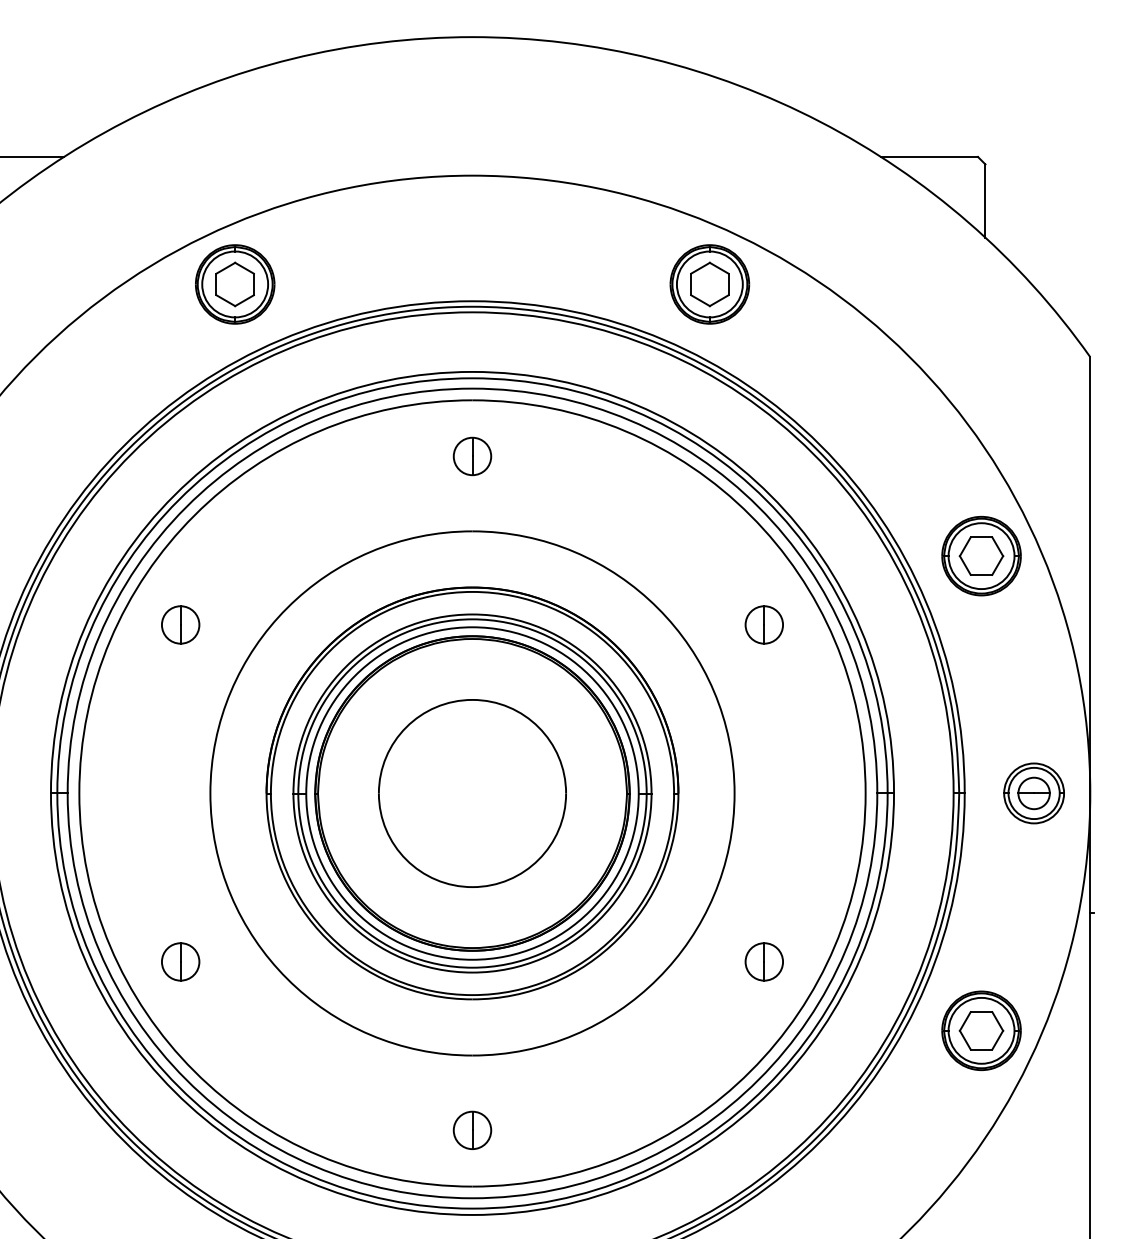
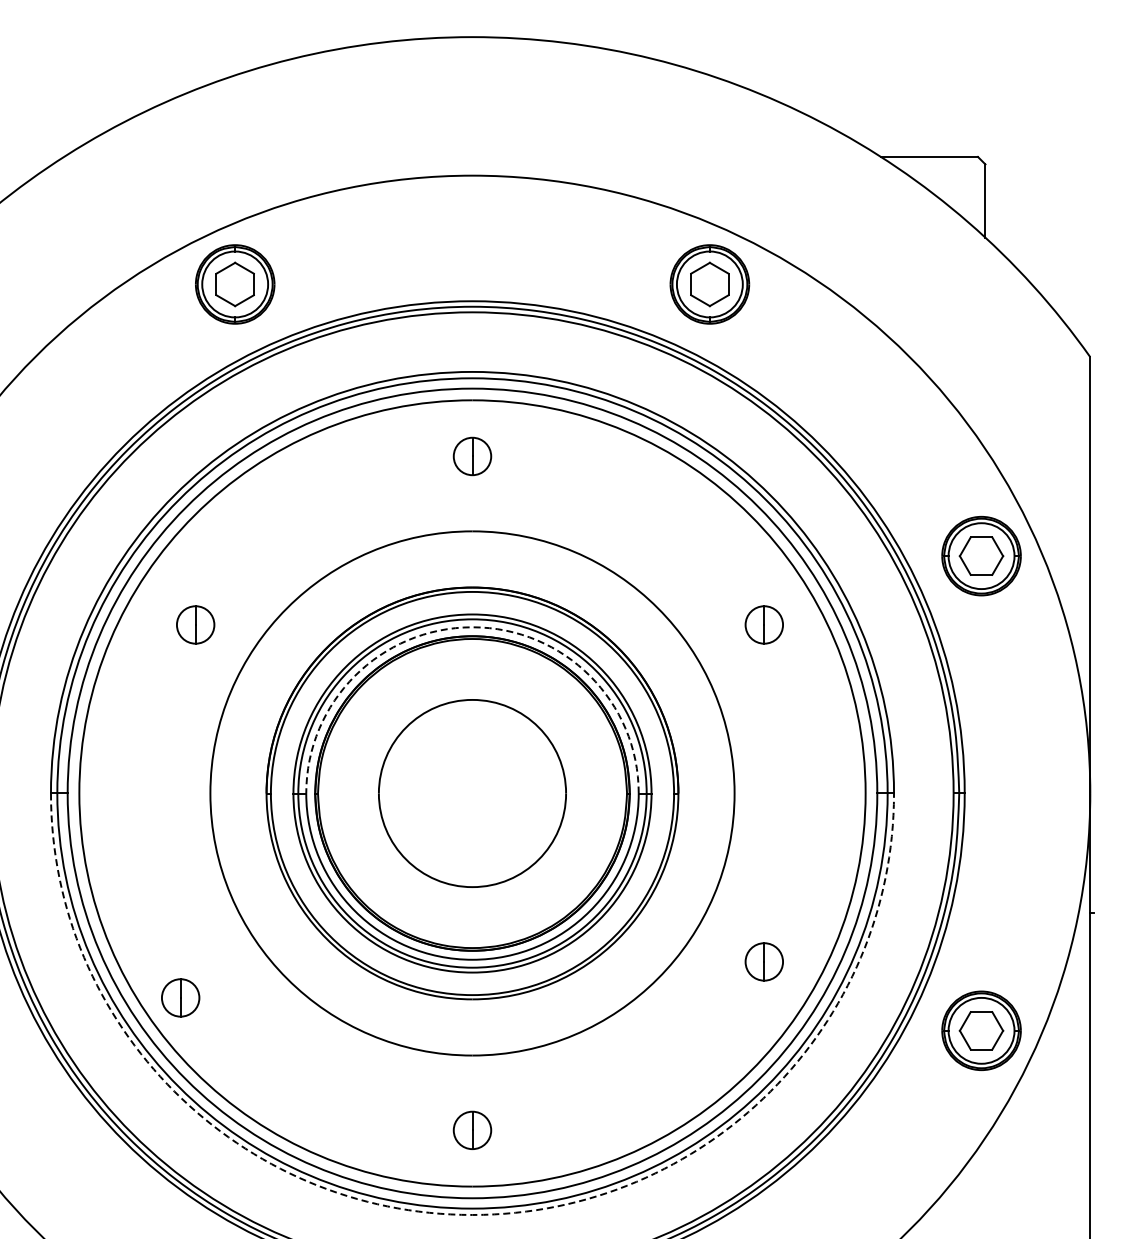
line at (33, 156): present -> none
part at (180, 624) position: (180, 624) -> (195, 624)
arc at (472, 627): solid -> dashed
part at (1033, 793): present -> none
part at (180, 961) position: (180, 961) -> (180, 997)
arc at (472, 1214): solid -> dashed
